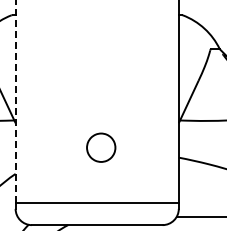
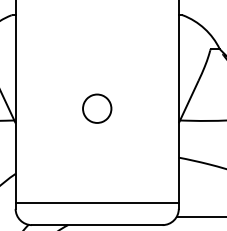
line at (15, 102): dashed -> solid
part at (101, 147) position: (101, 147) -> (97, 108)
